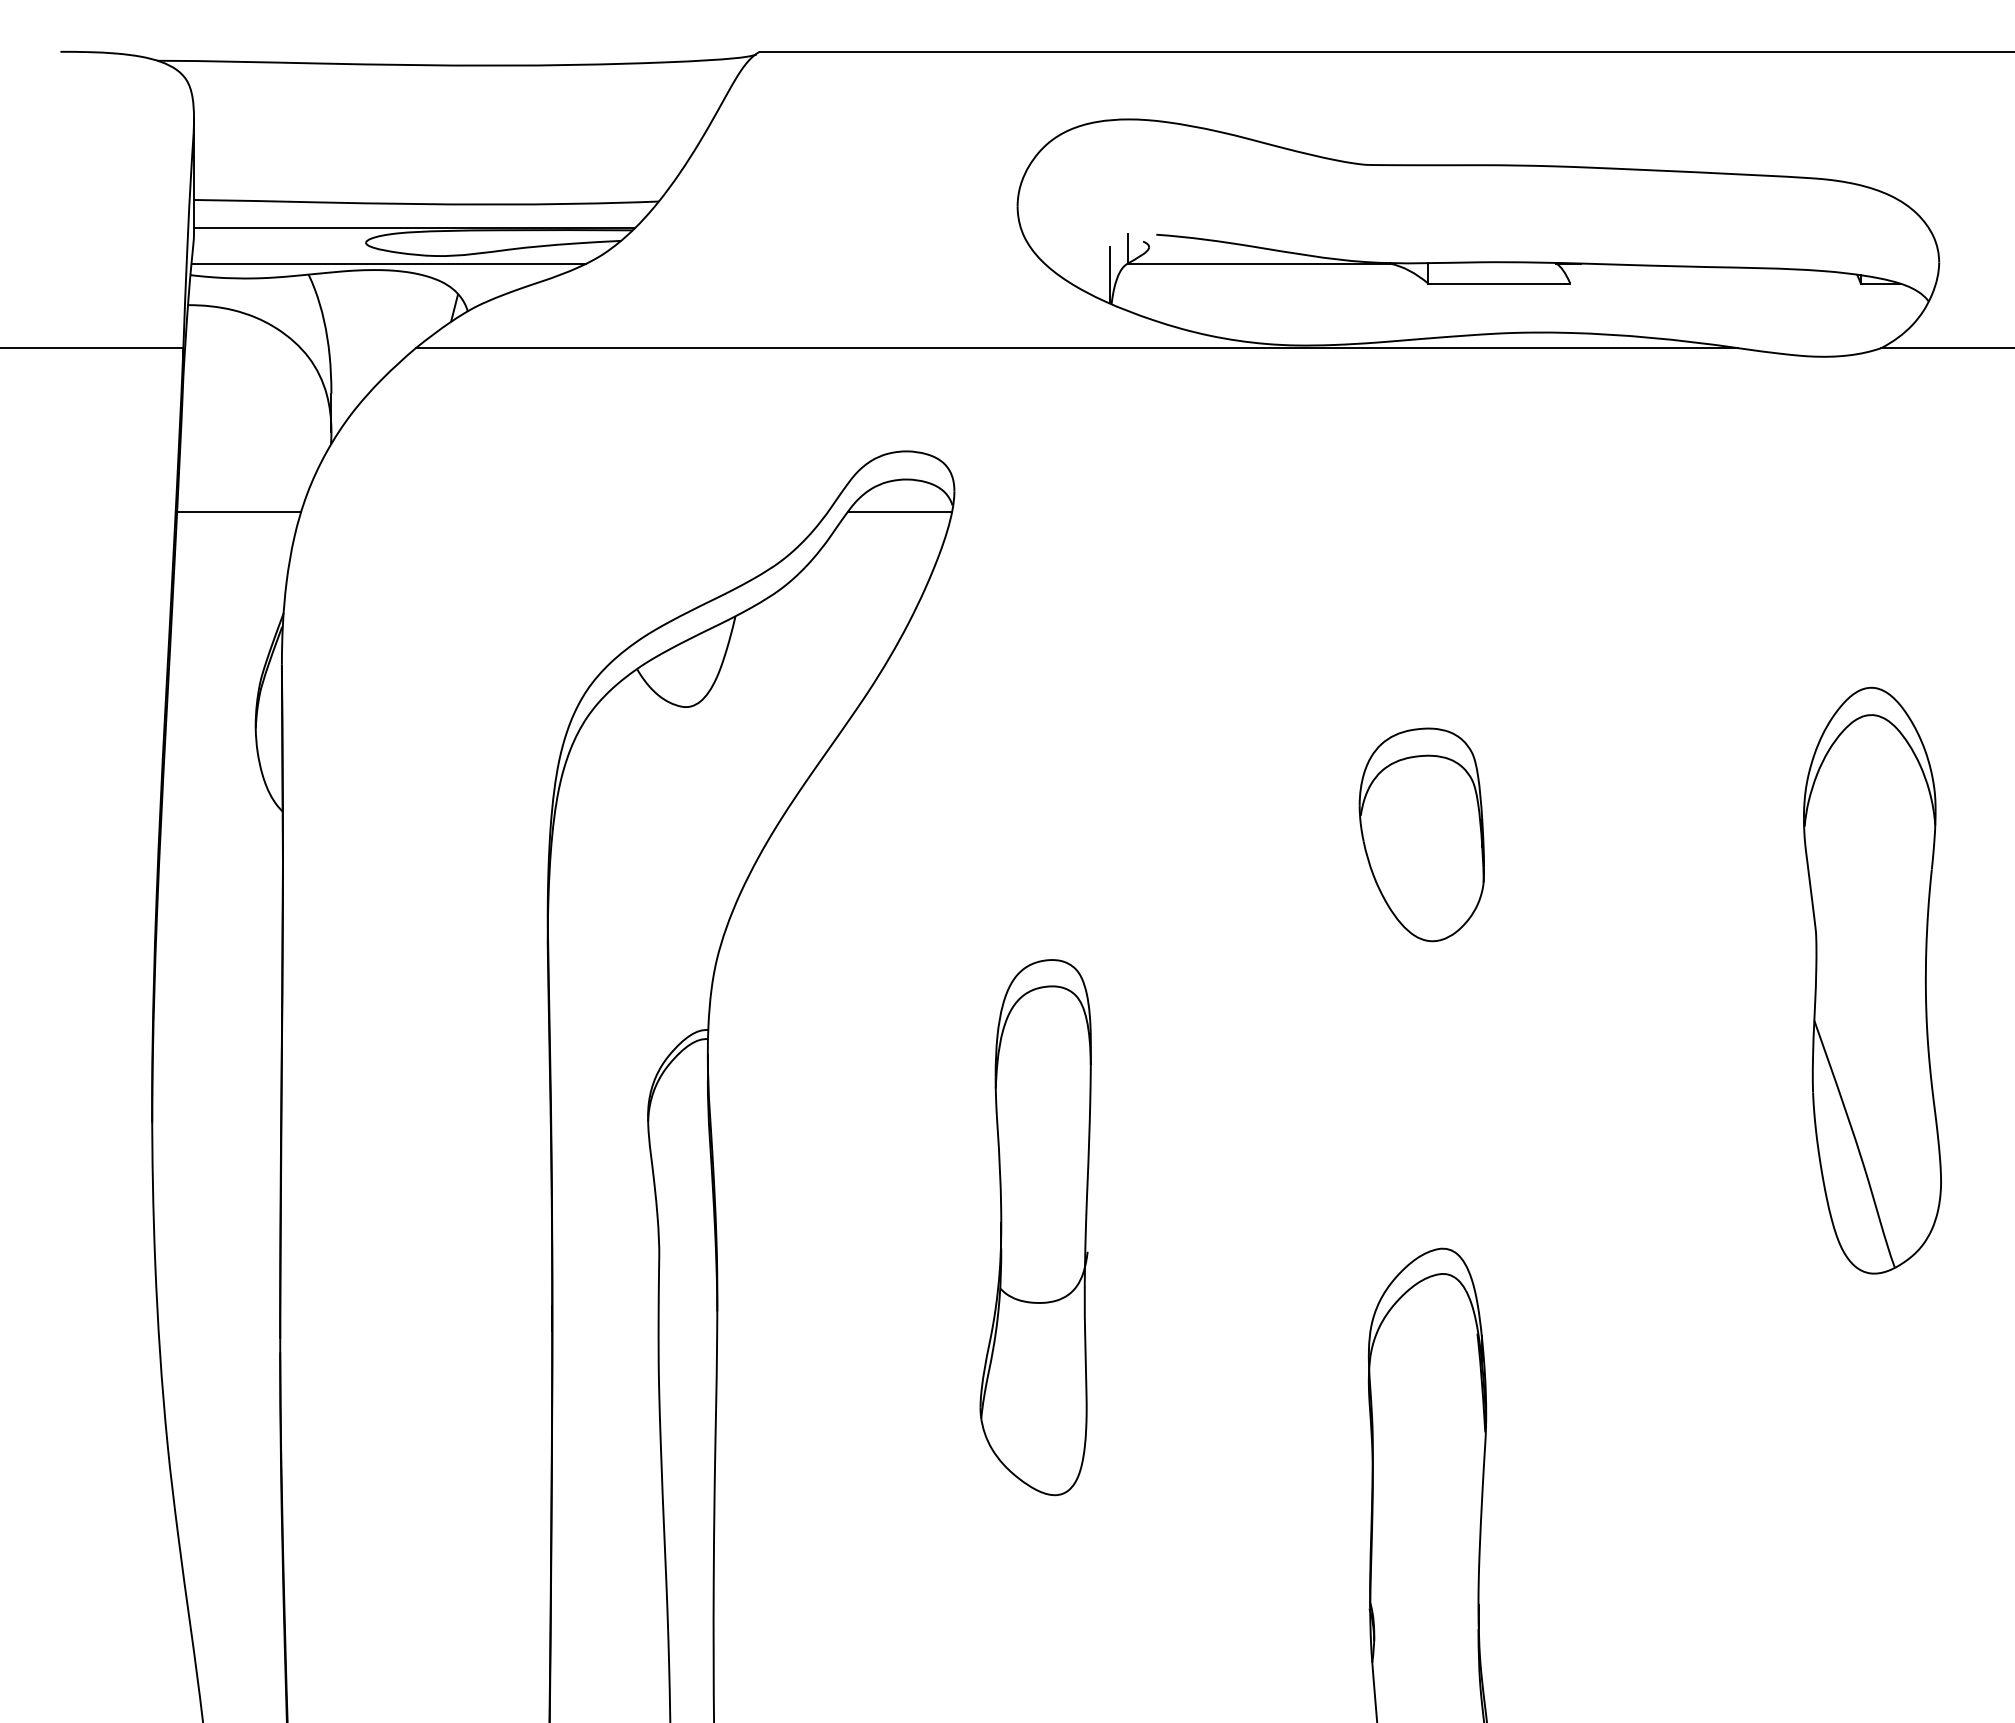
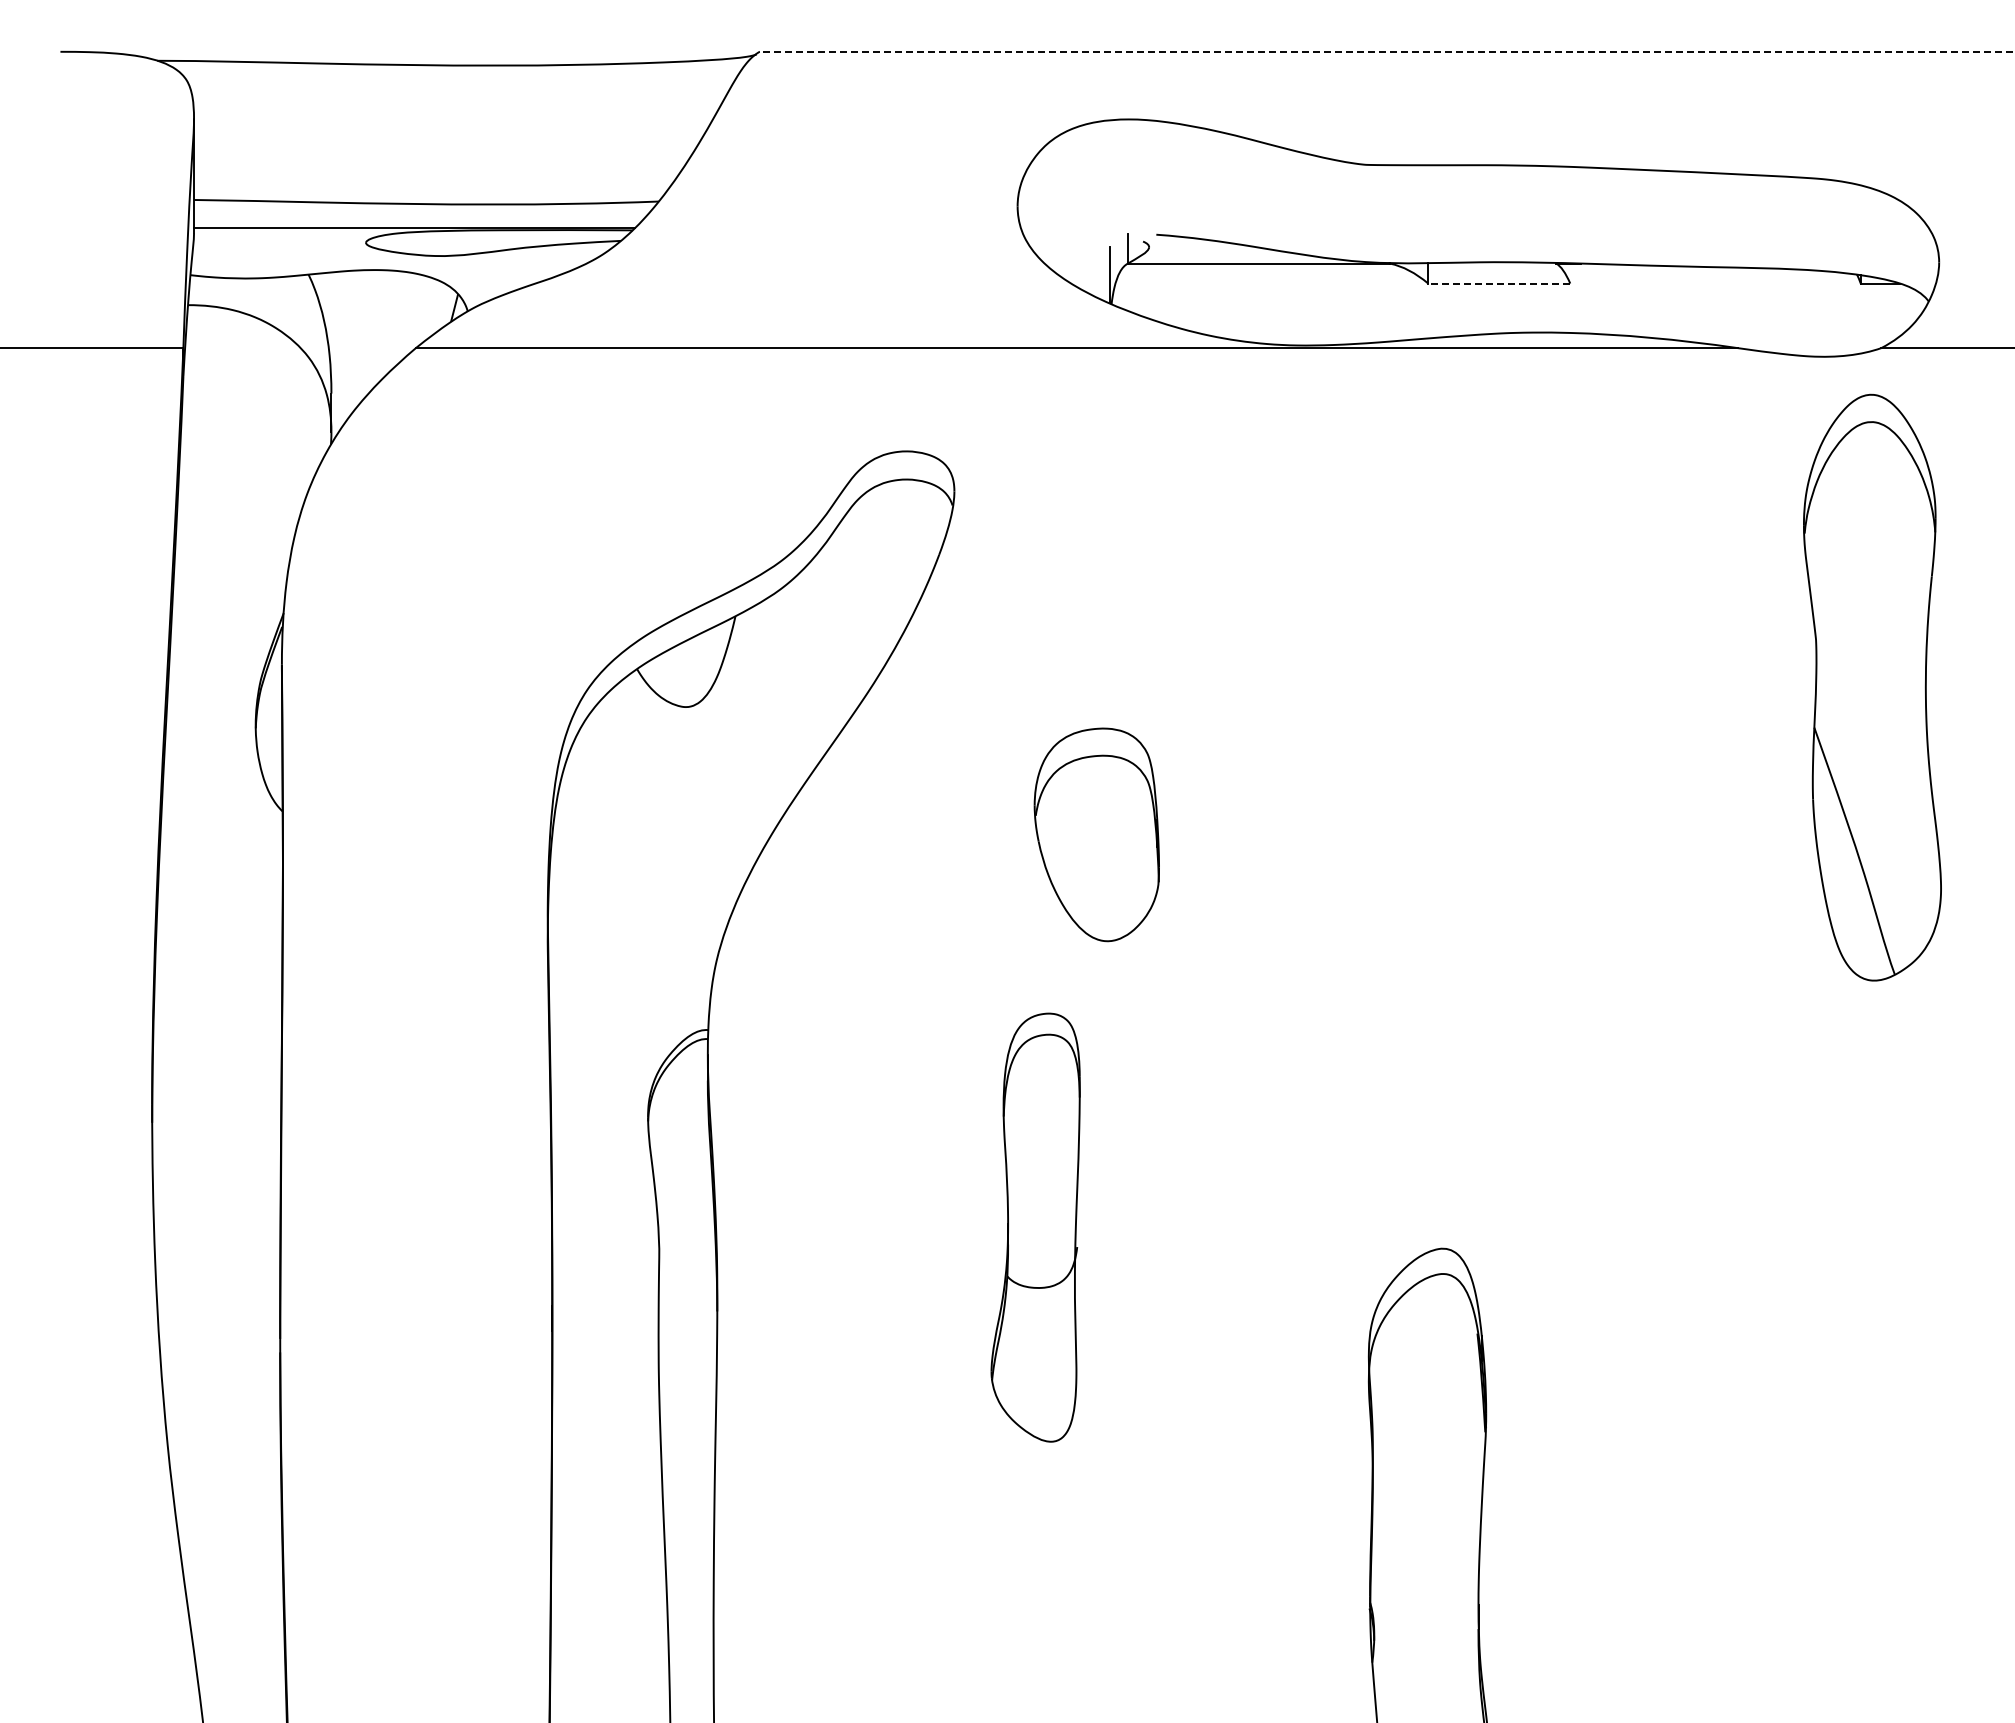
line at (1386, 51): solid -> dashed
line at (388, 263): present -> none
line at (1498, 283): solid -> dashed
line at (239, 511): present -> none
line at (900, 511): present -> none
part at (1421, 834) position: (1421, 834) -> (1096, 834)
part at (1872, 980) position: (1872, 980) -> (1872, 687)
part at (1035, 1227) size: 113x538 px -> 91x431 px
